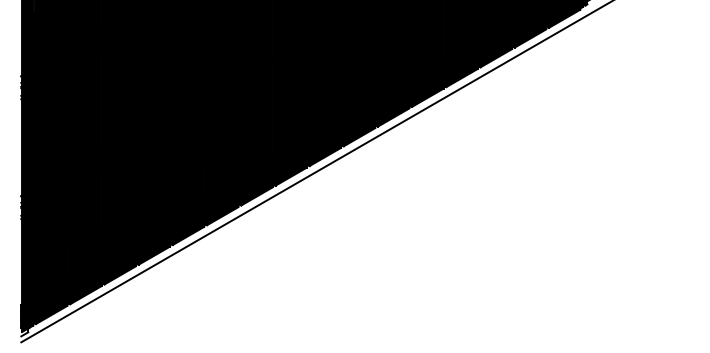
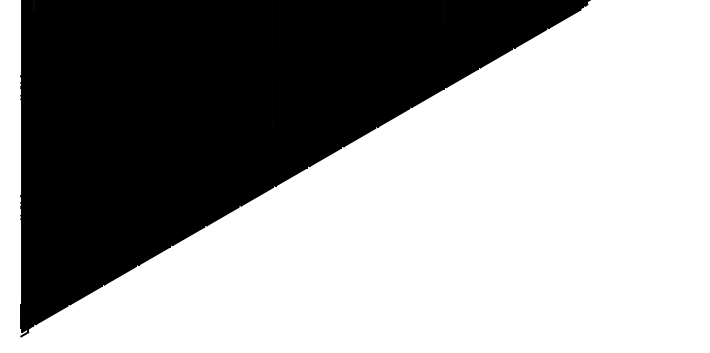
line at (315, 172): present -> none
